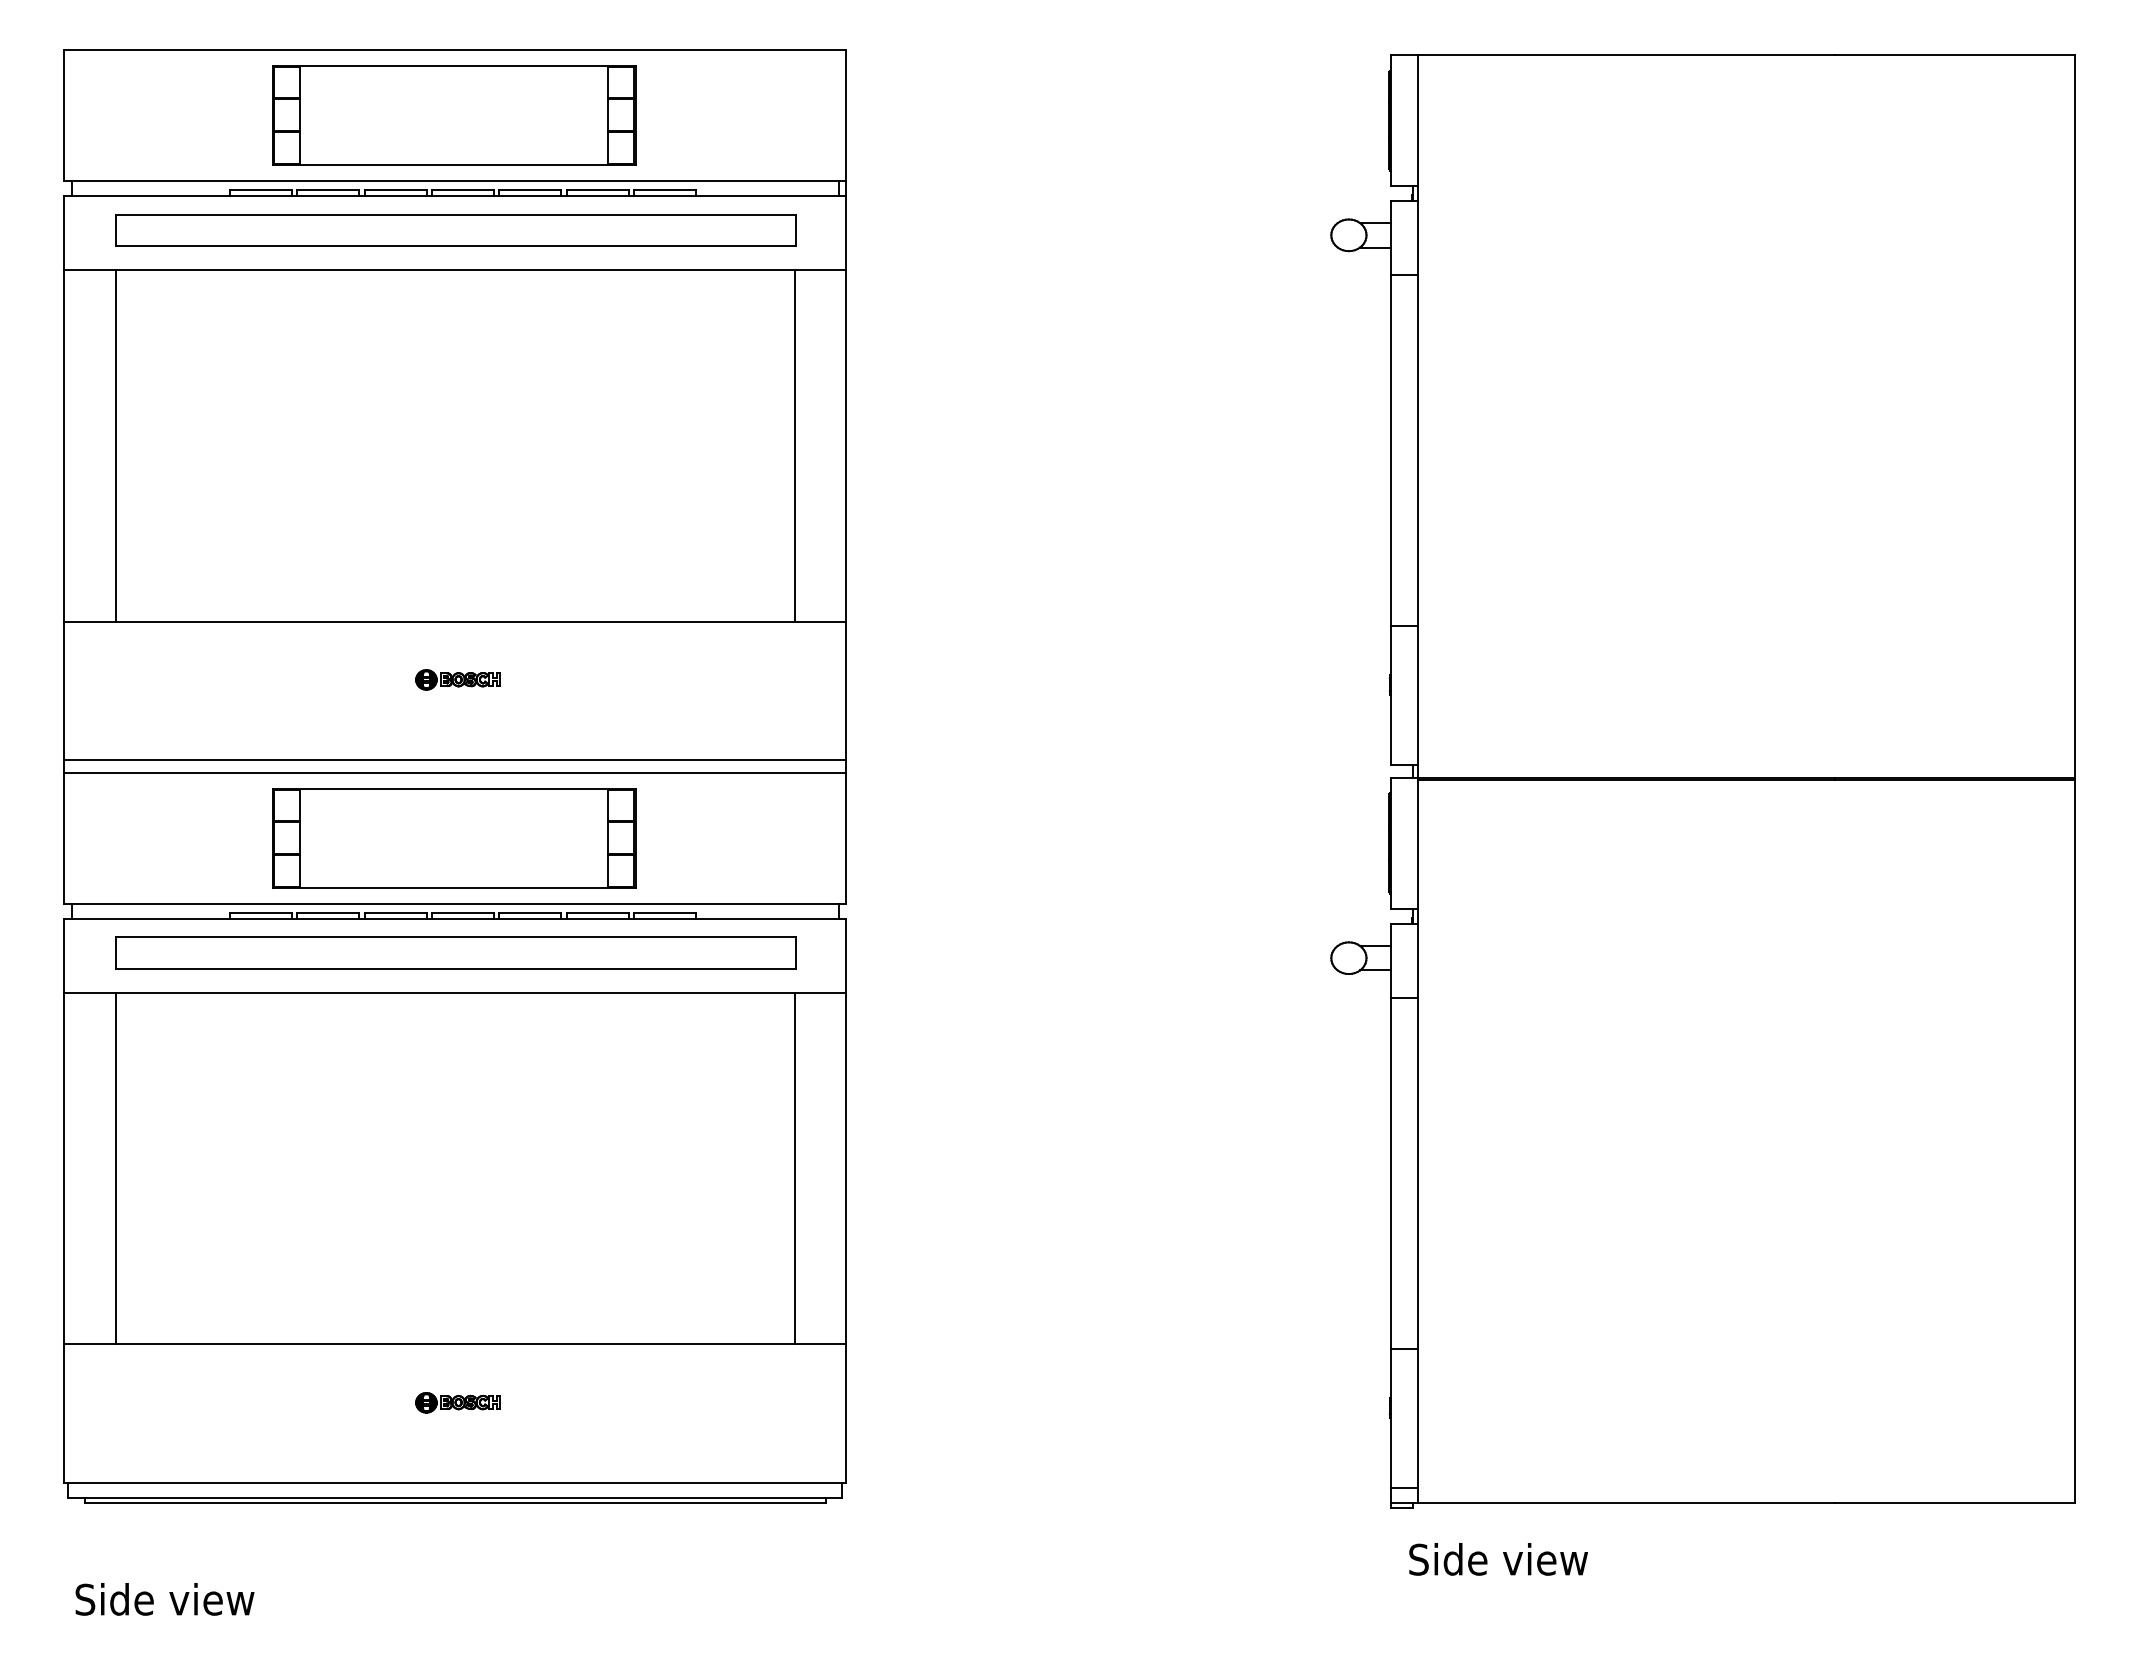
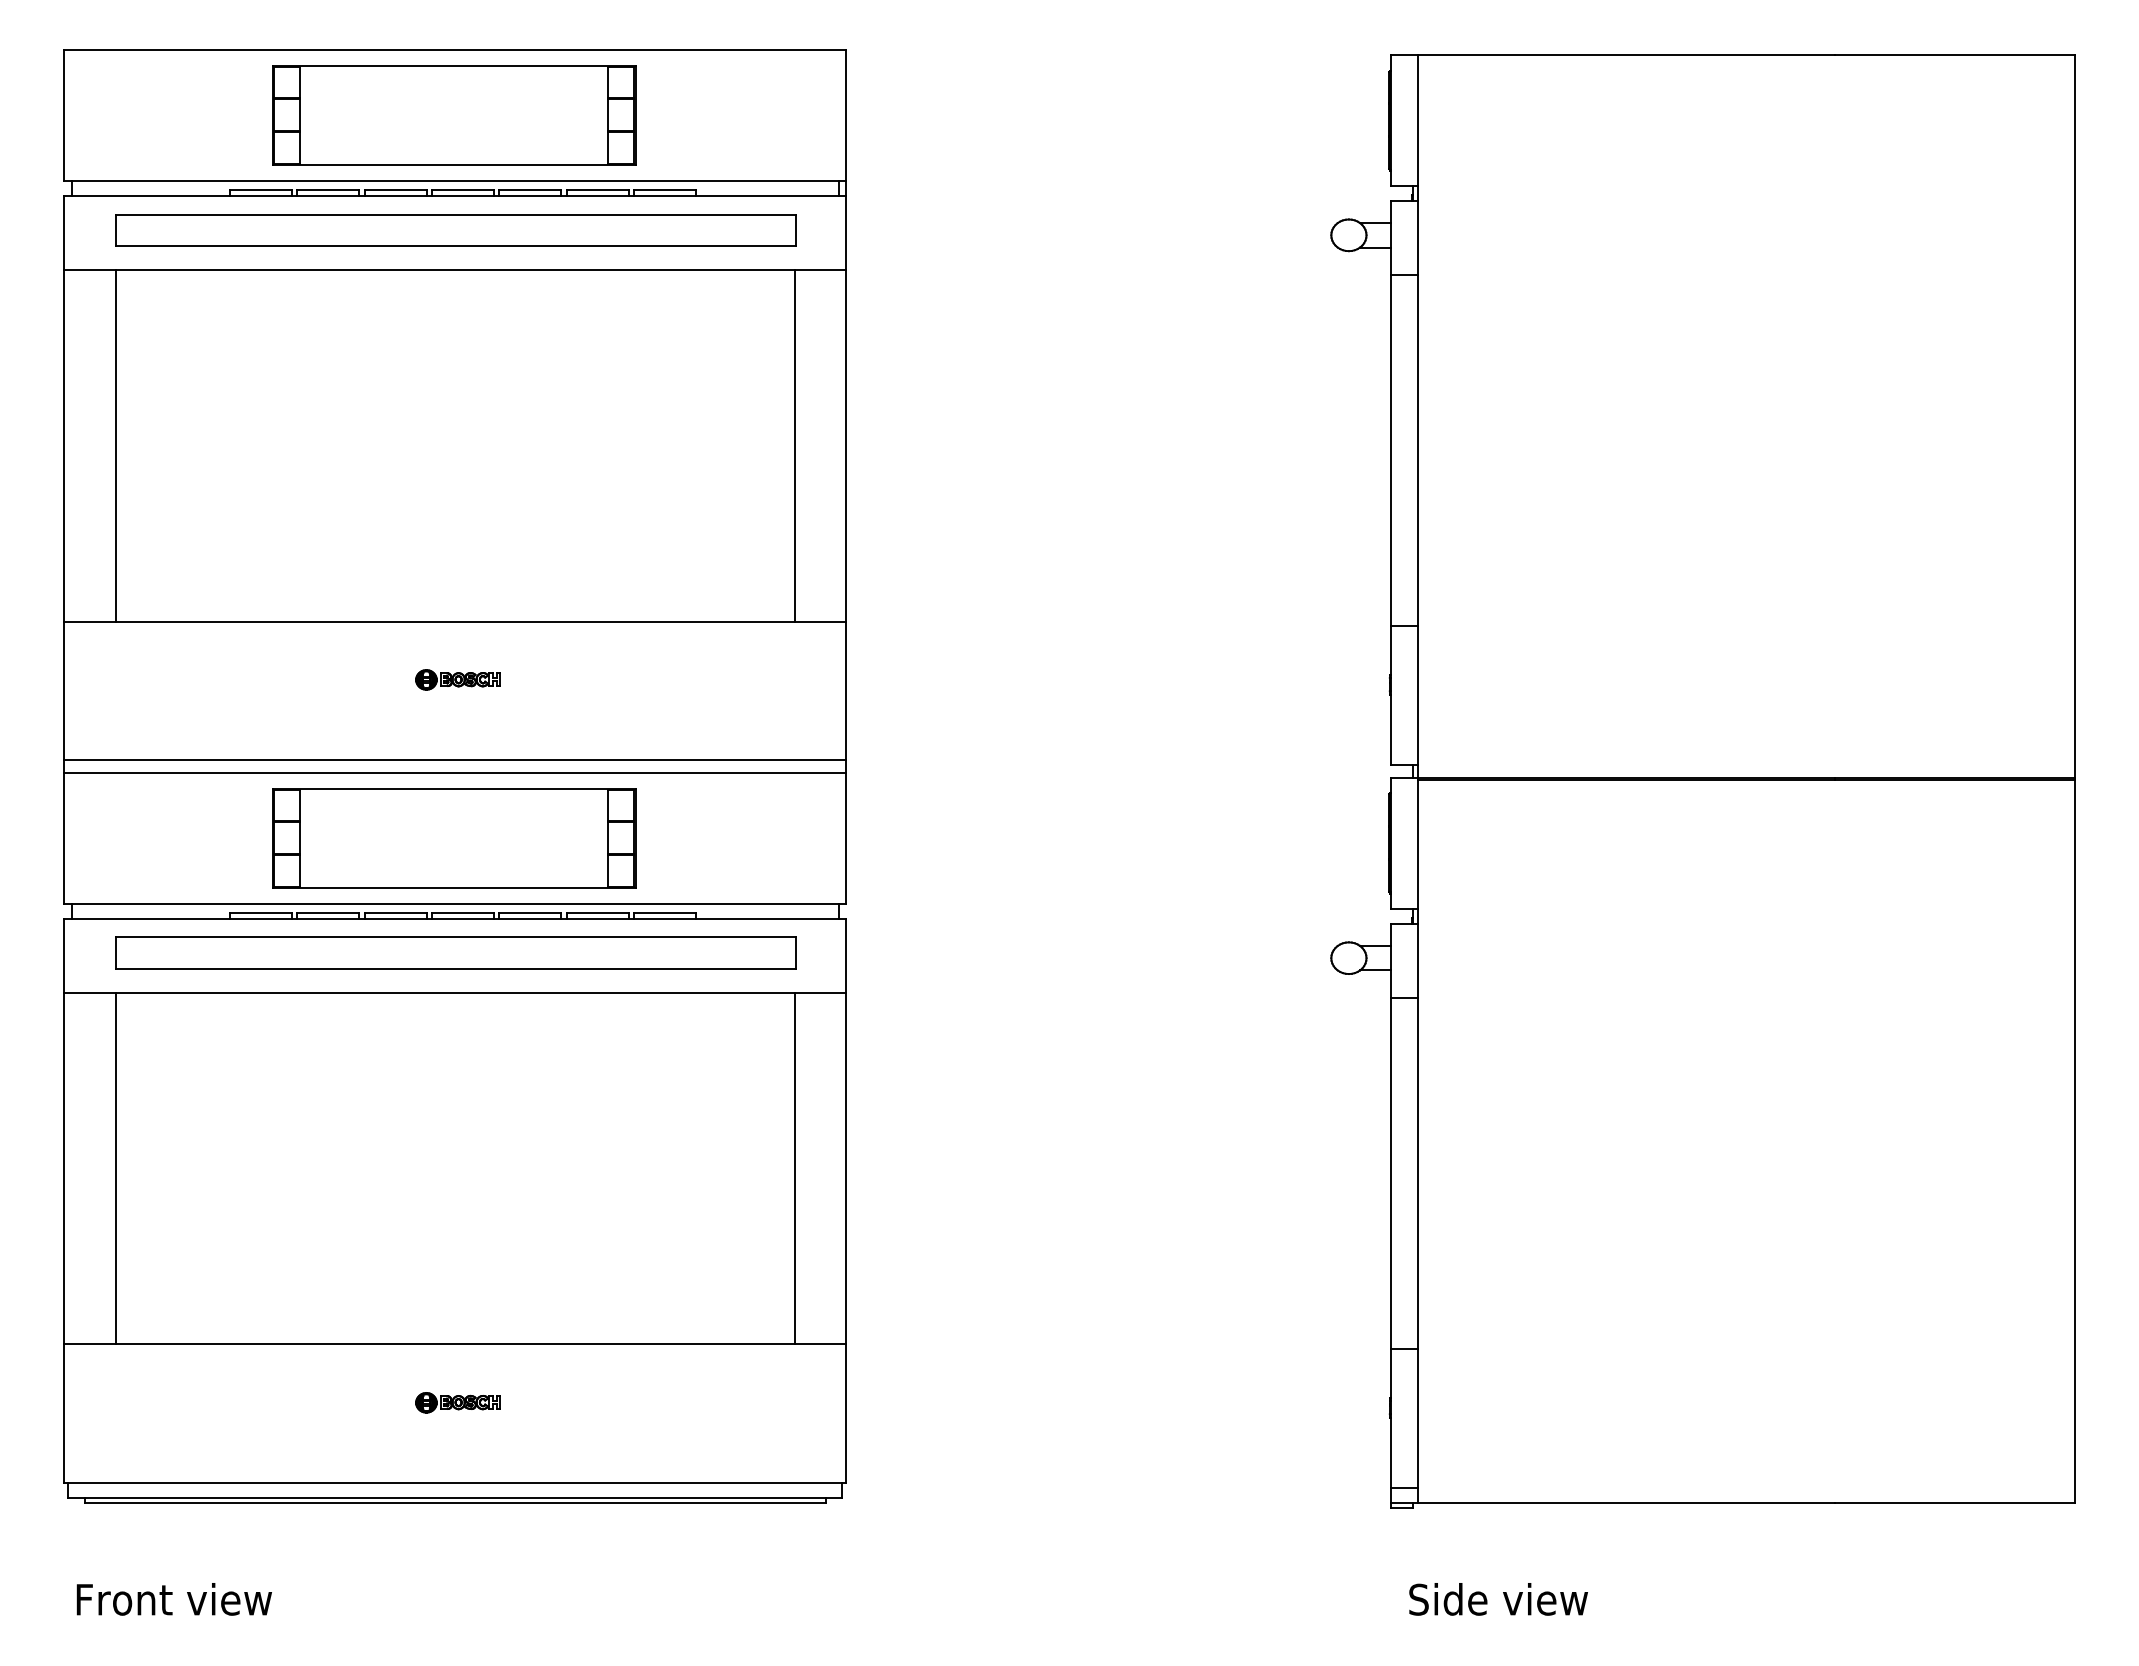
text at (1498, 1559) position: (1498, 1559) -> (1498, 1599)
text at (173, 1599): Side view -> Front view
